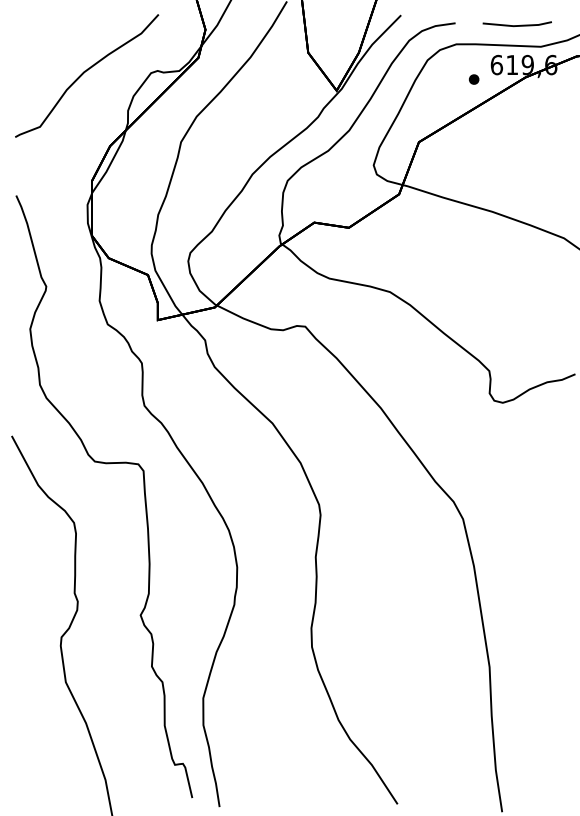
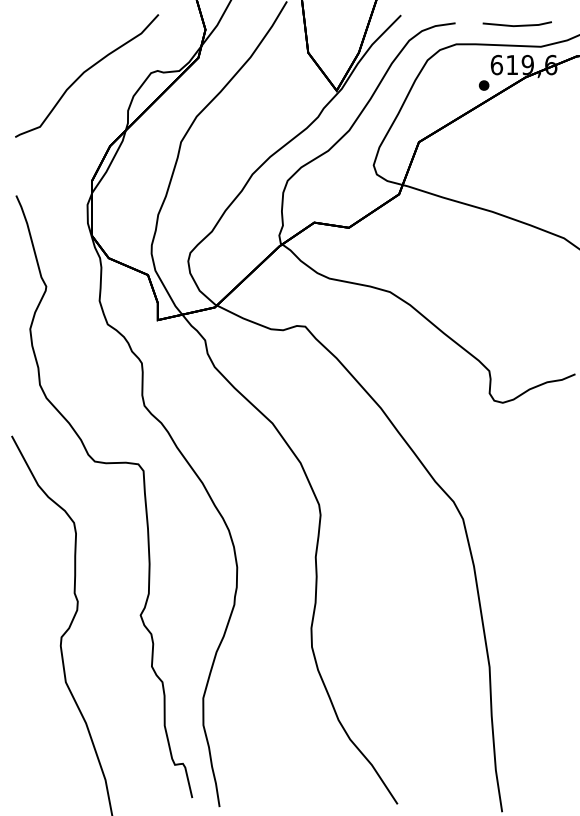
part at (473, 79) position: (473, 79) -> (483, 85)
